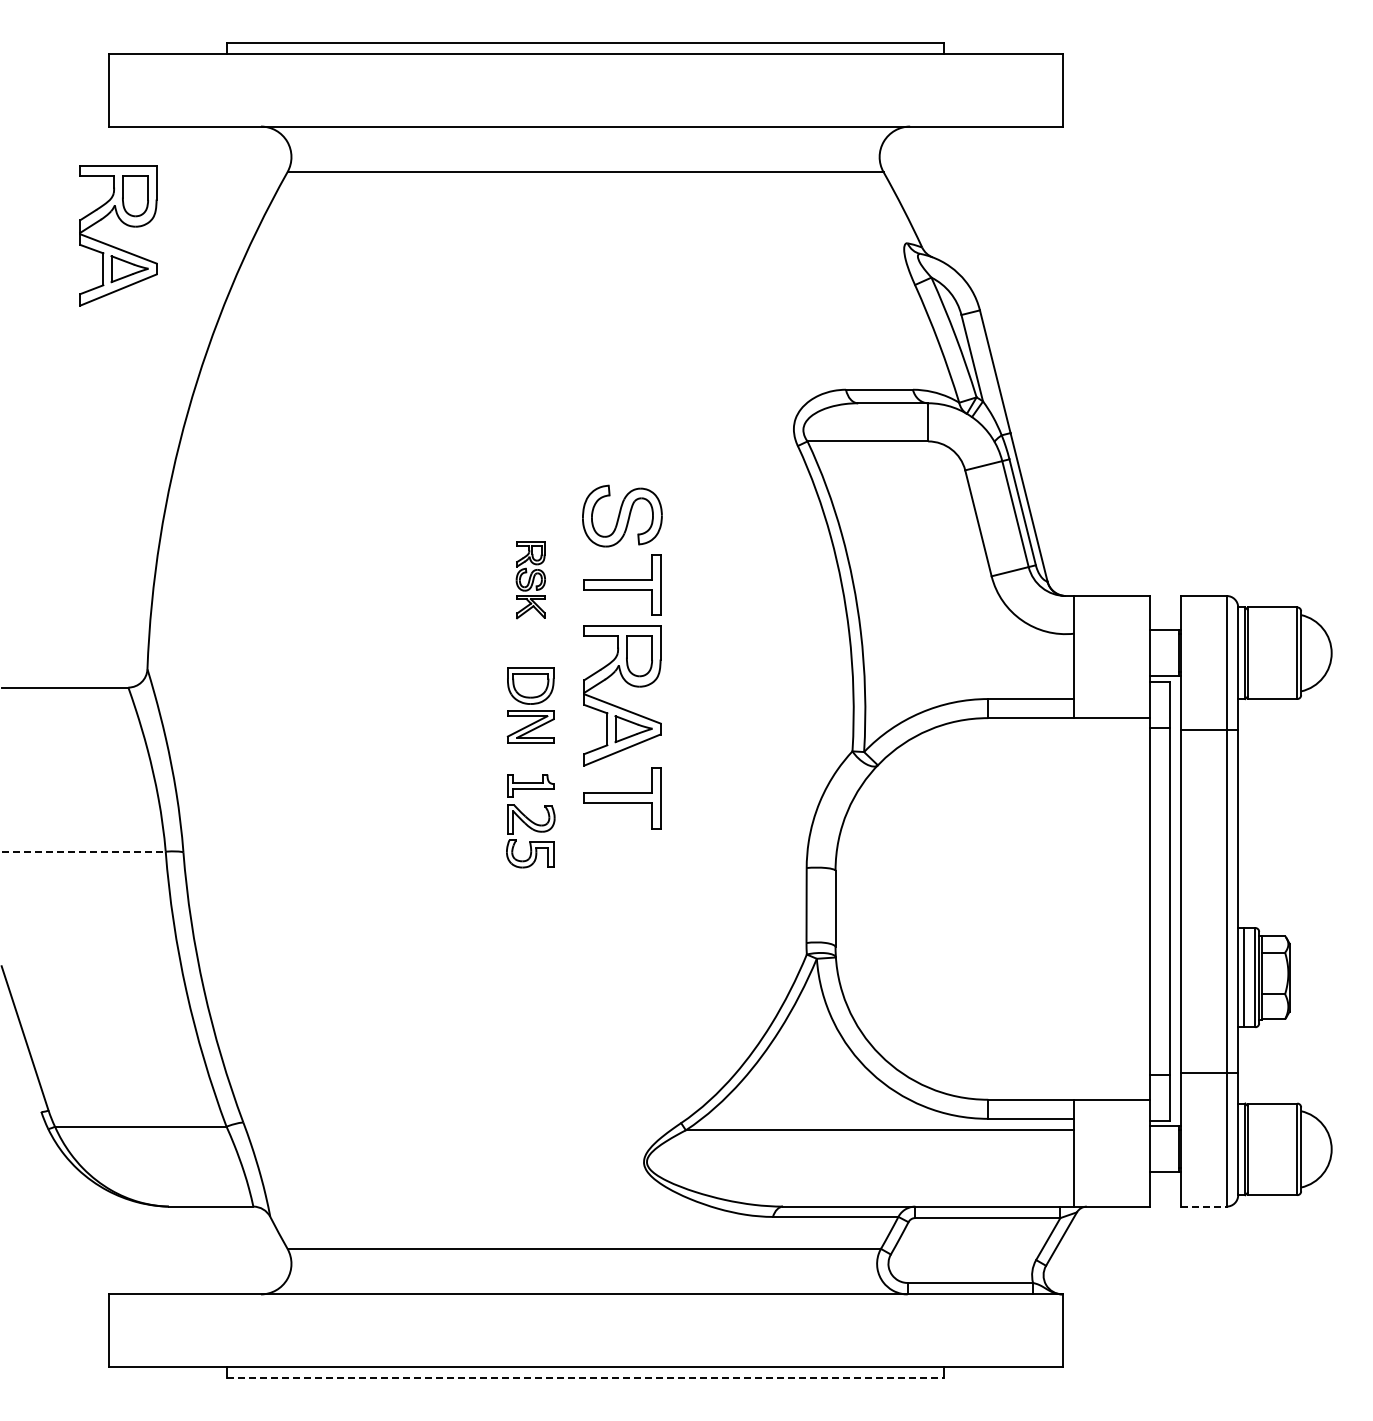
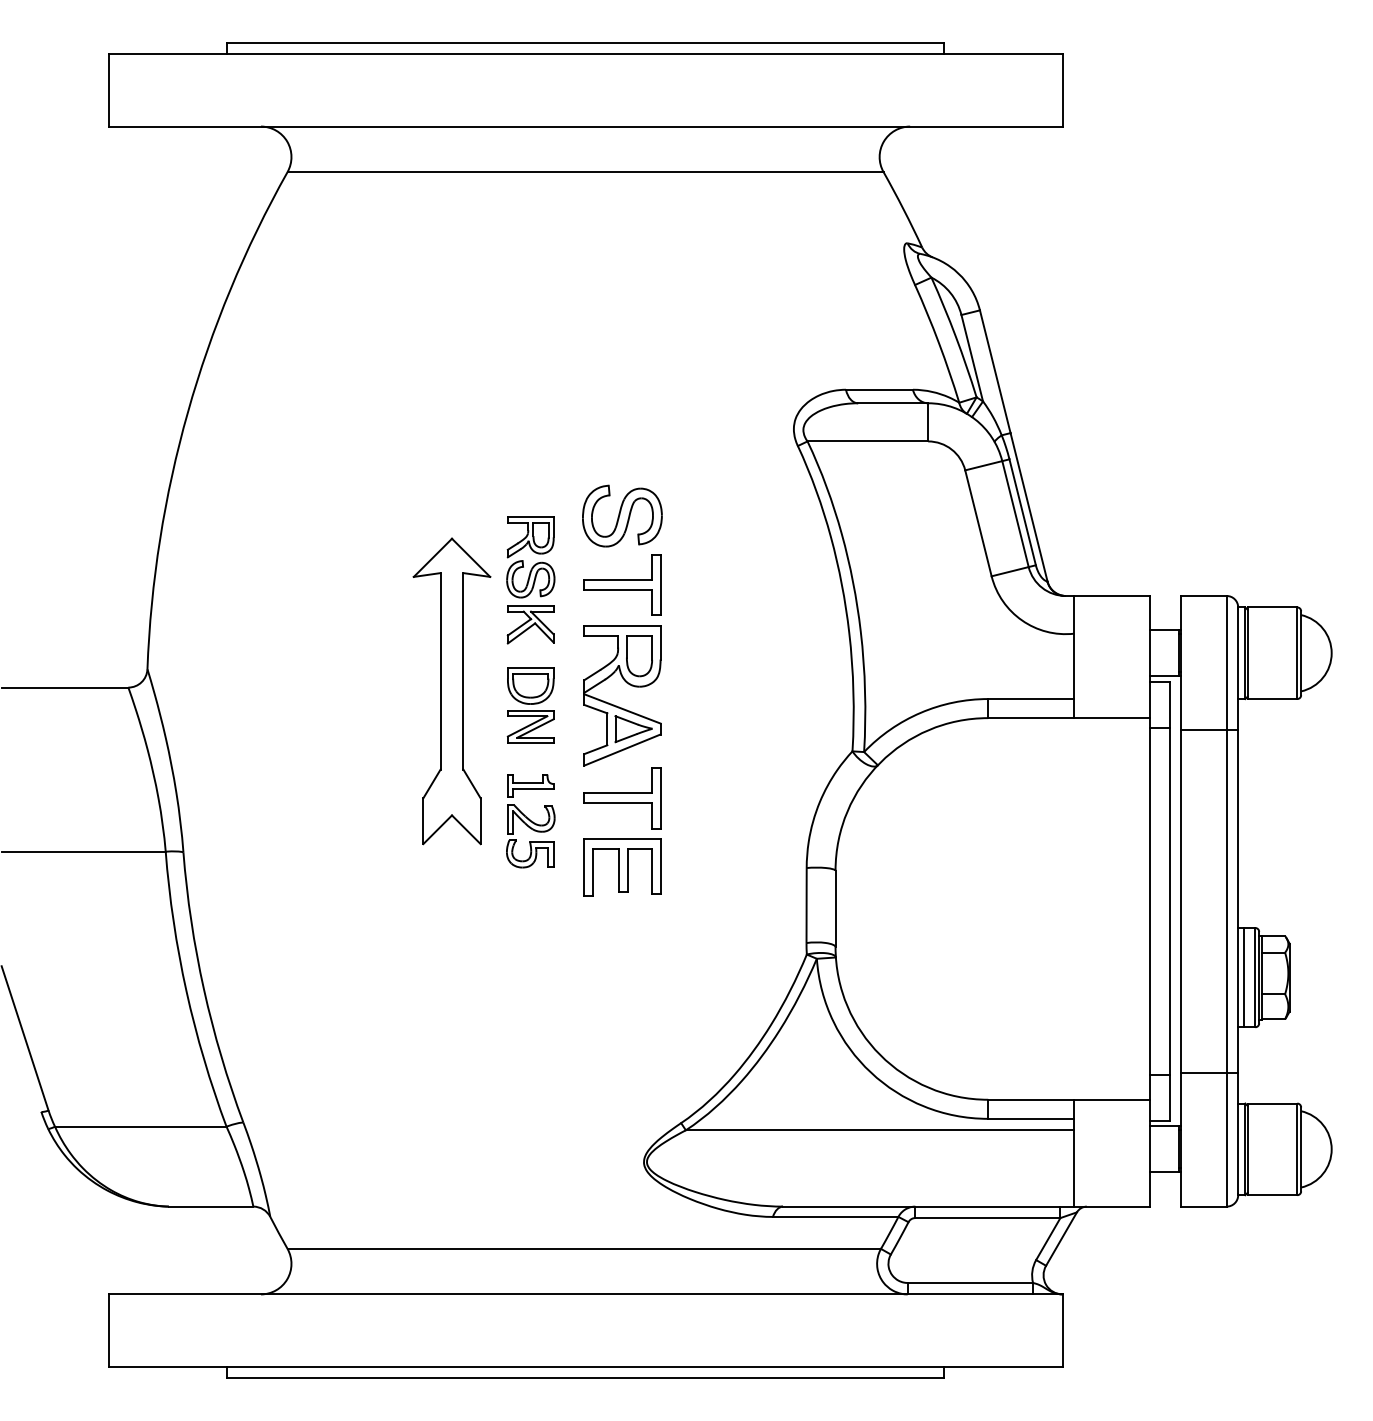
part at (115, 246): present -> none
part at (530, 580) size: 31x79 px -> 50x129 px
part at (451, 691): none -> present
line at (84, 851): dashed -> solid
part at (622, 867): none -> present
line at (1203, 1206): dashed -> solid
line at (585, 1378): dashed -> solid
